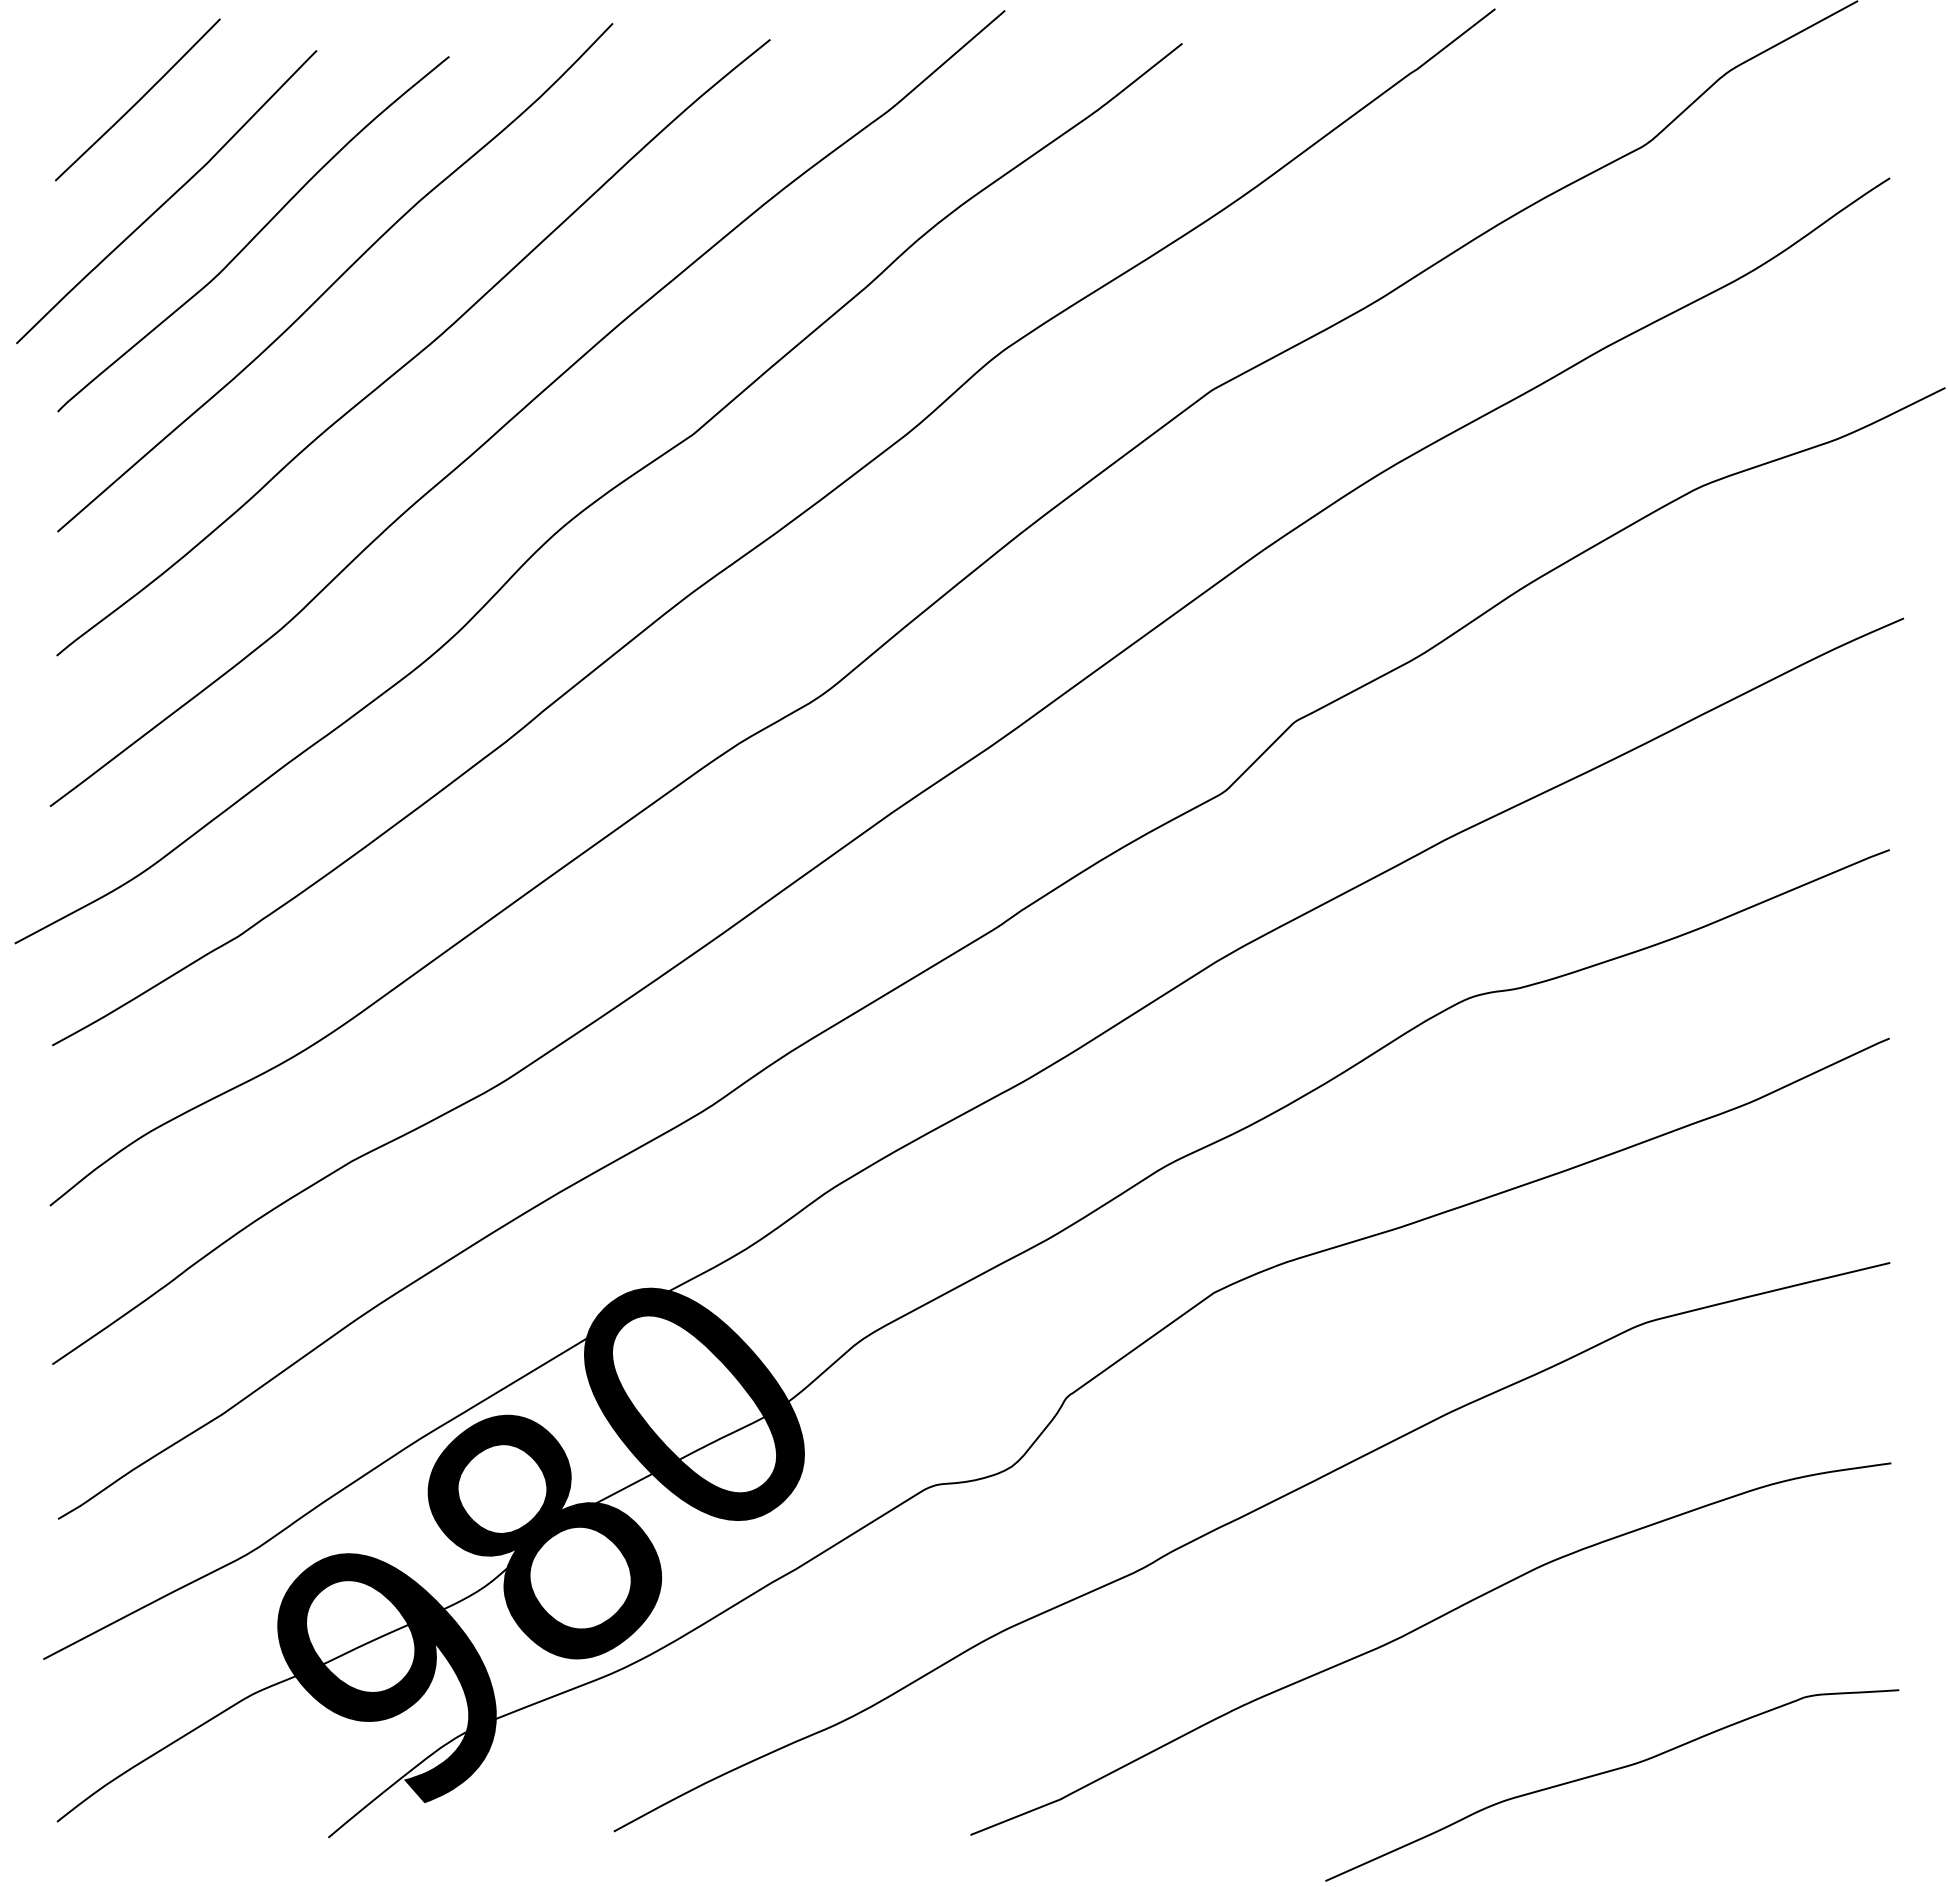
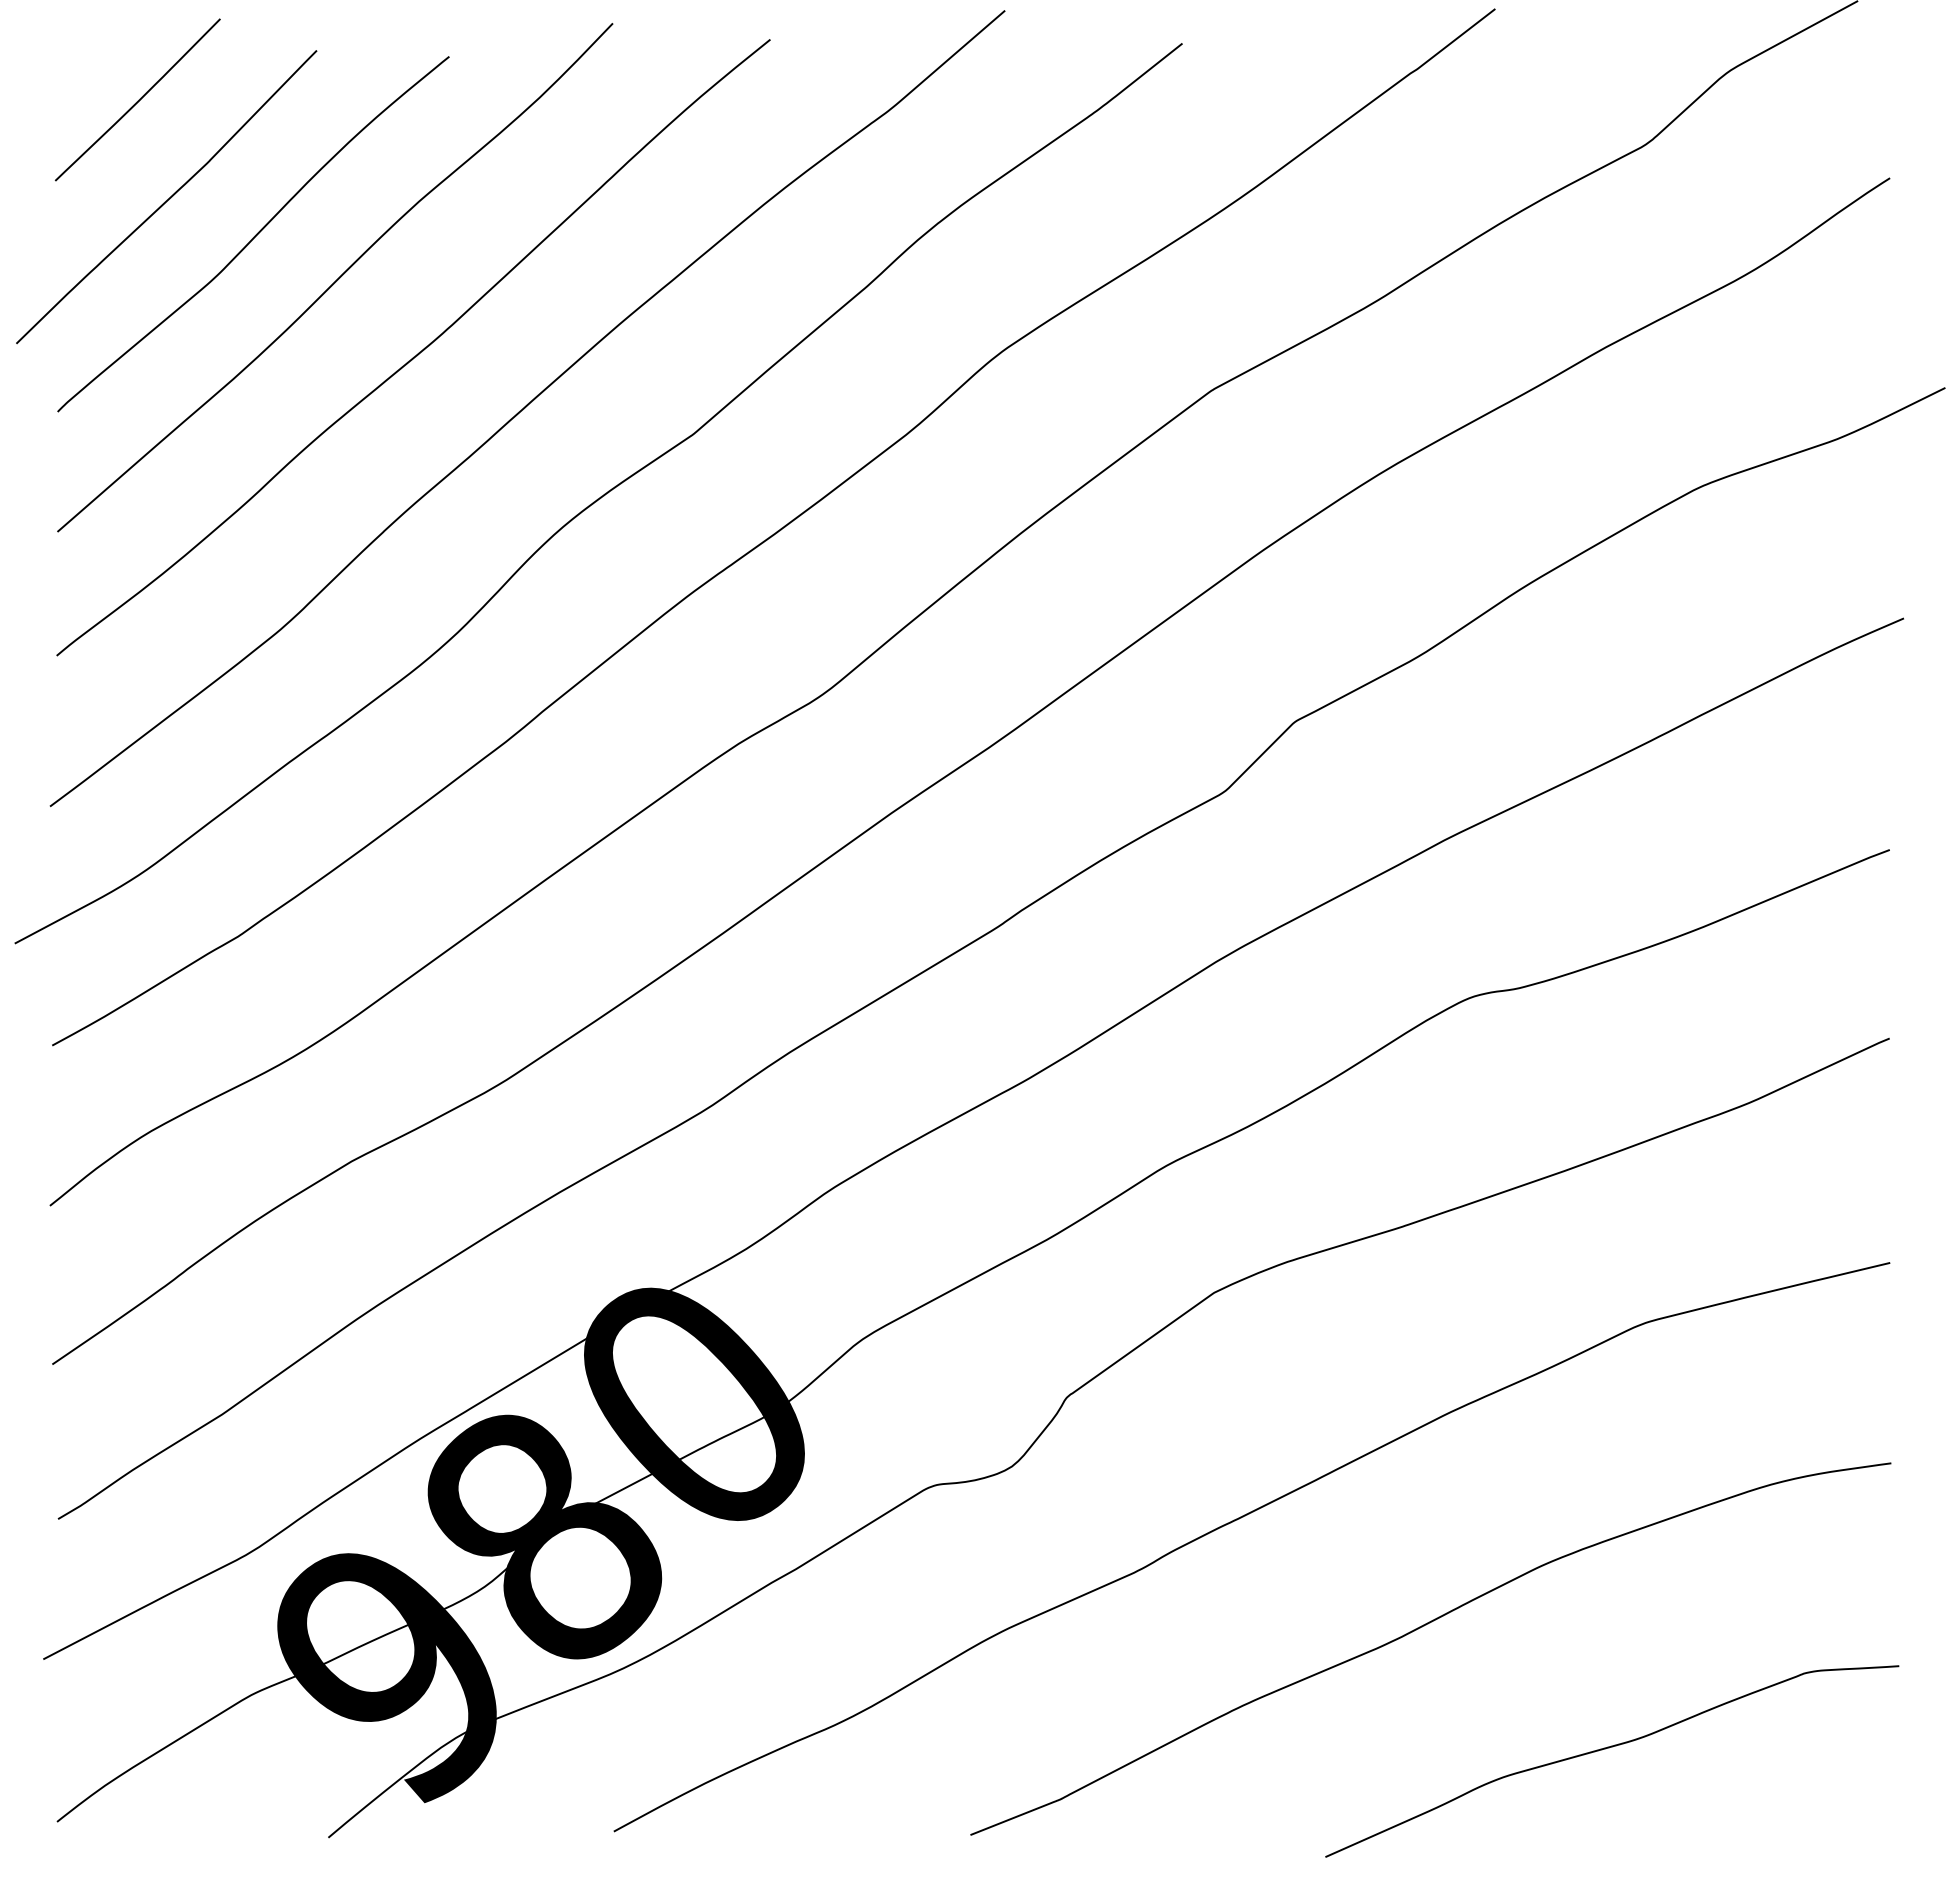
curve at (1609, 1772) position: (1609, 1772) -> (1609, 1748)
